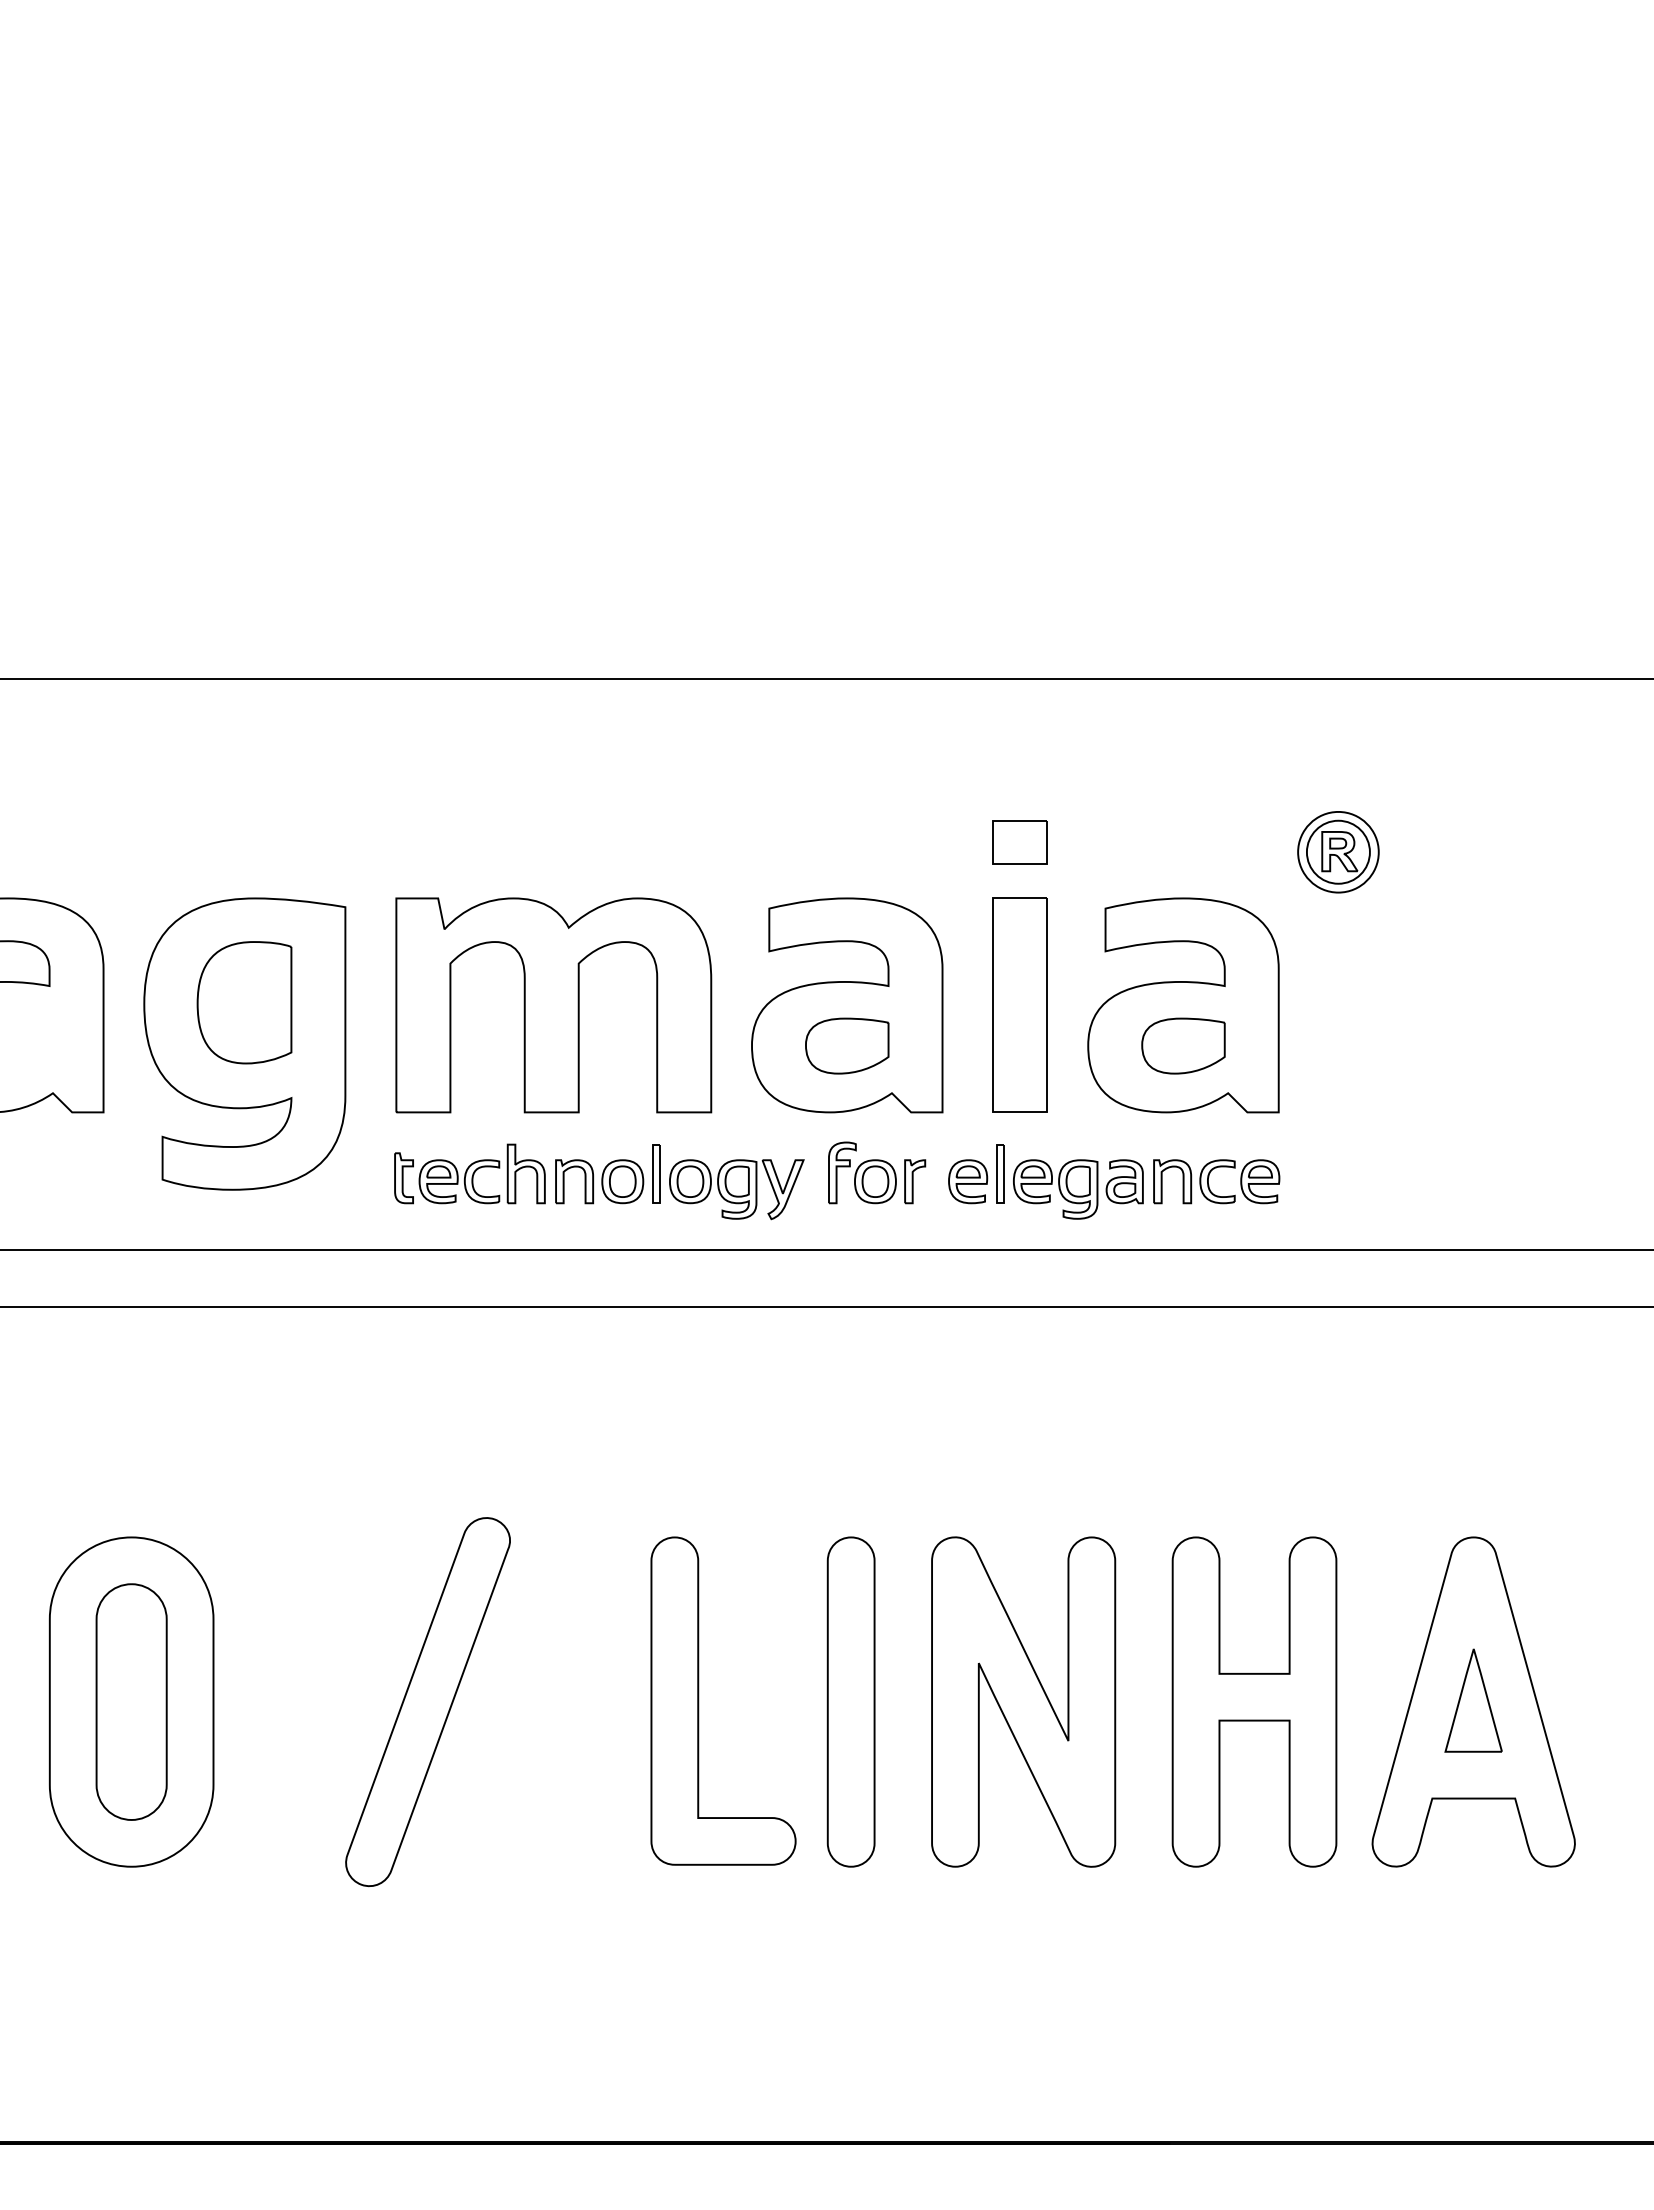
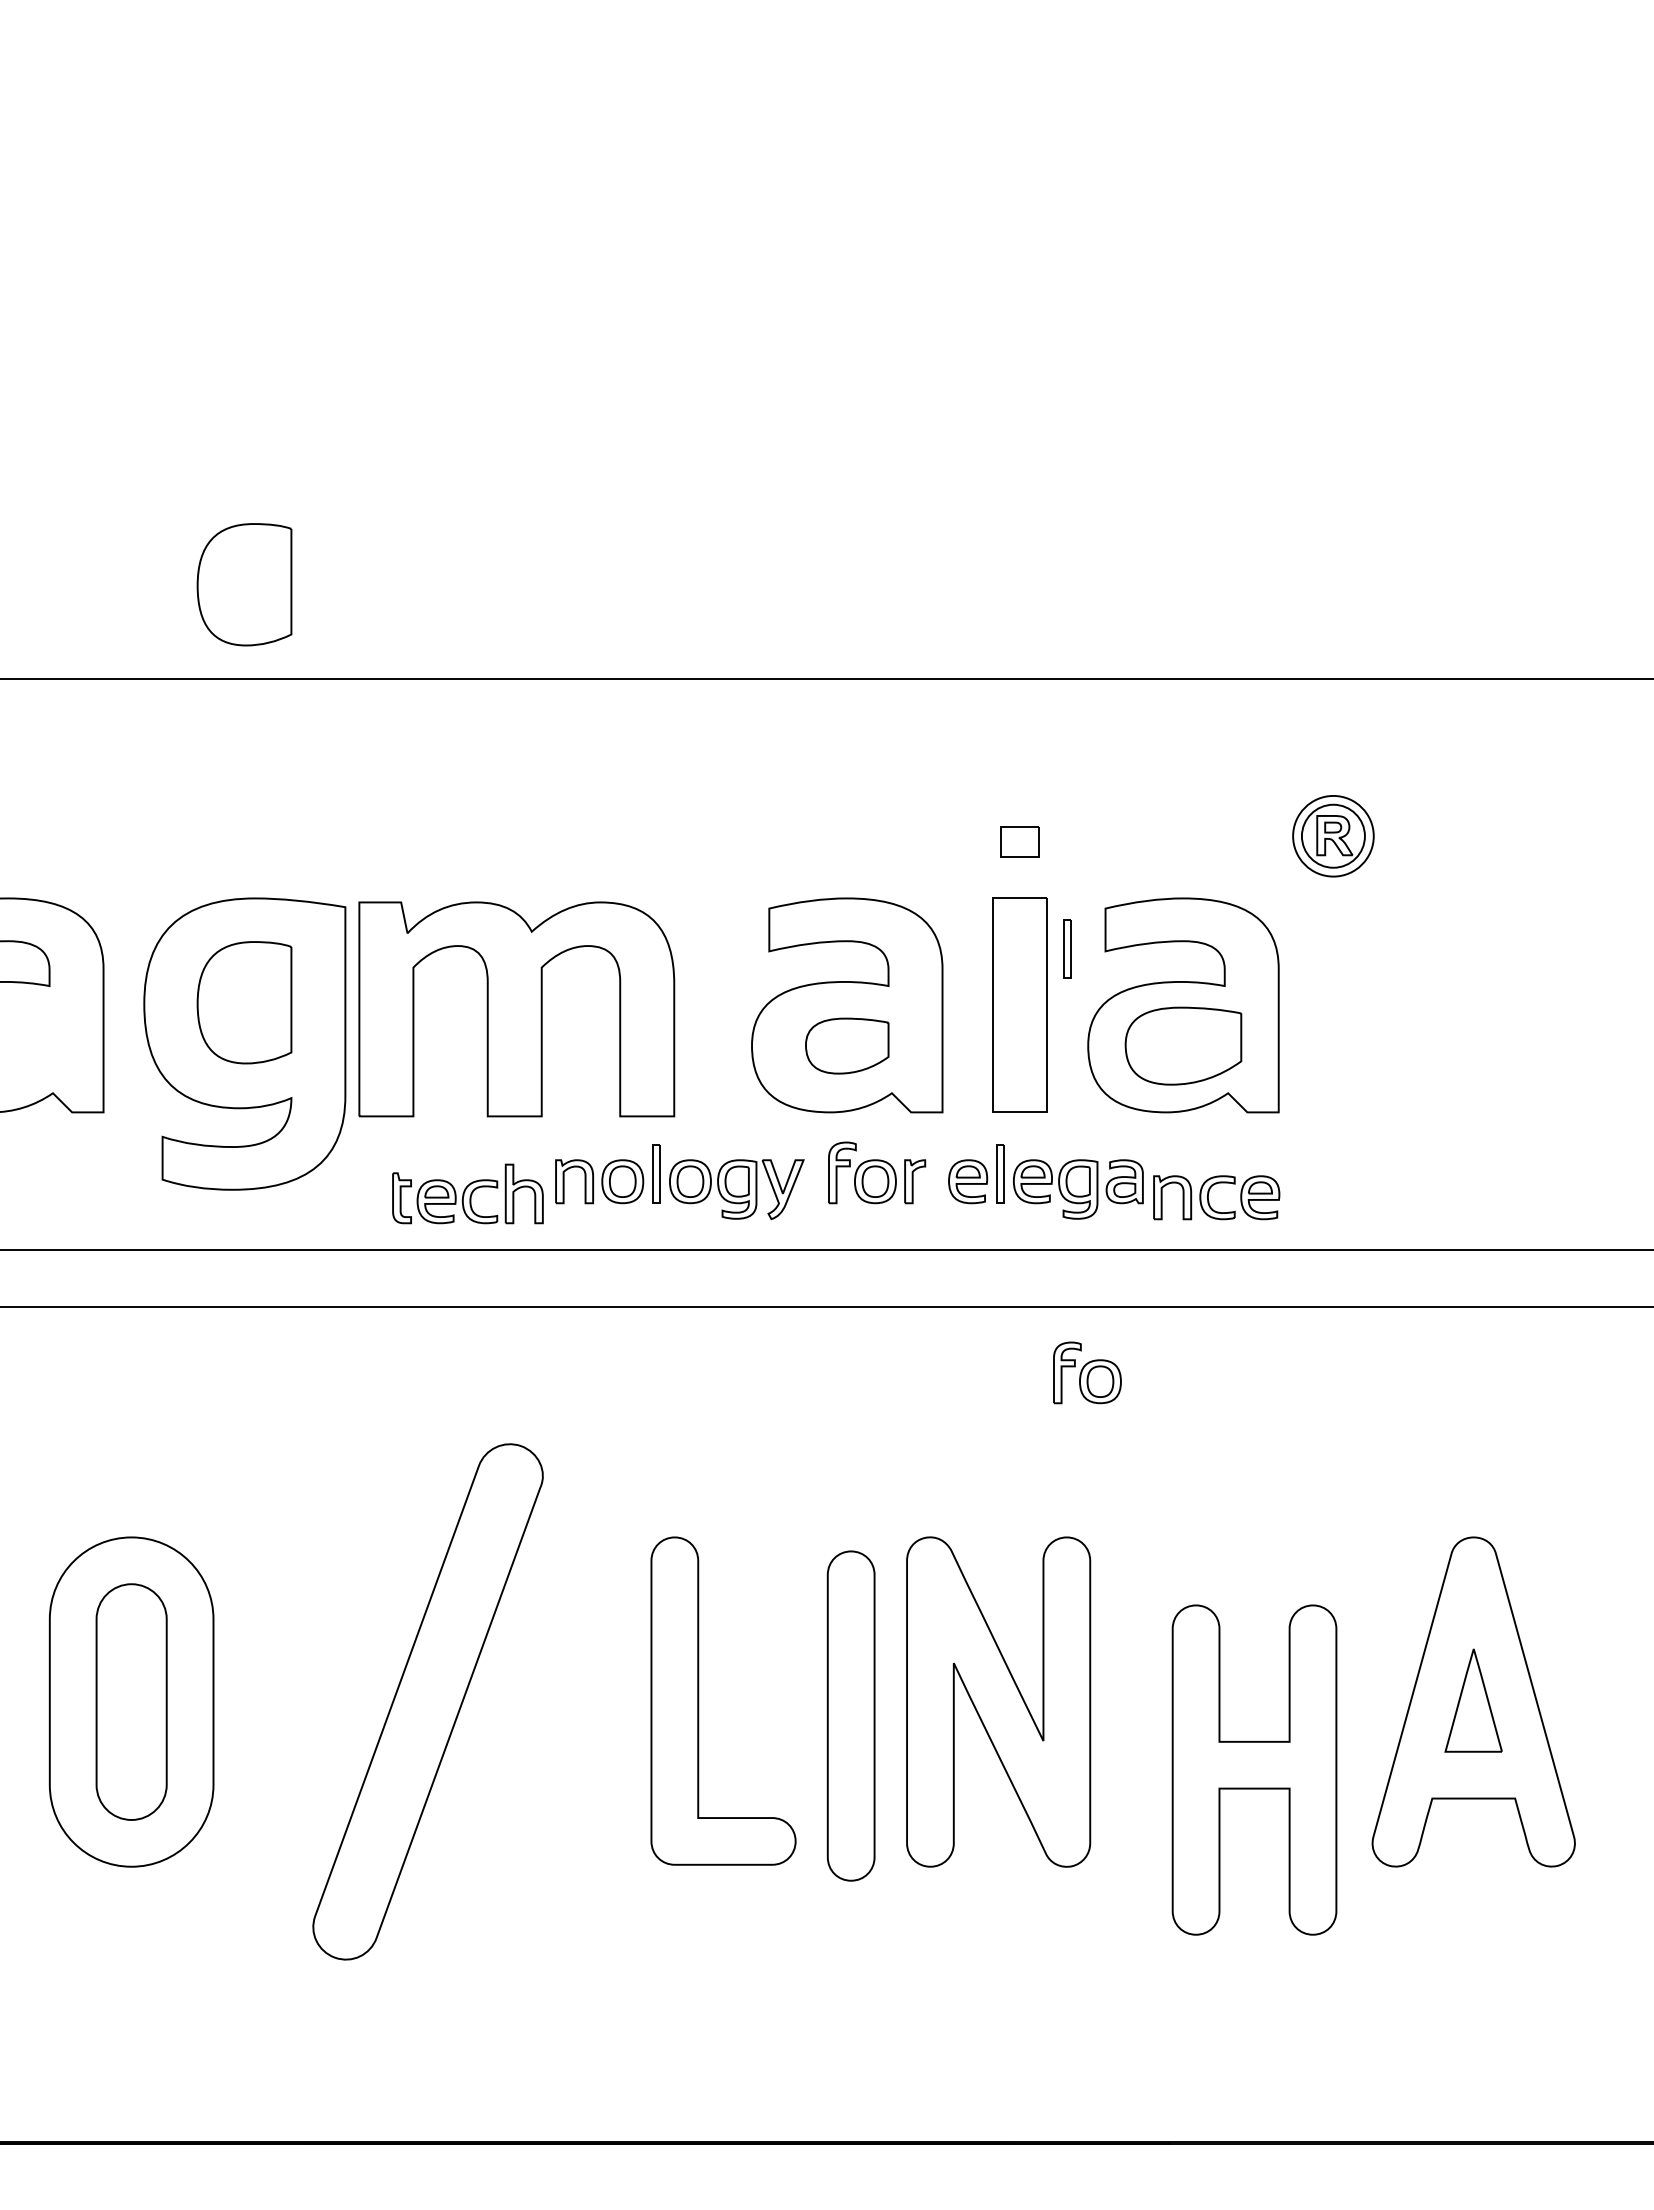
part at (244, 584): none -> present
part at (1019, 842) size: 56x45 px -> 40x32 px
part at (1338, 852) position: (1338, 852) -> (1333, 836)
part at (1067, 948): none -> present
part at (553, 1005) position: (553, 1005) -> (516, 1009)
part at (1183, 1045) size: 85x58 px -> 119x80 px
part at (469, 1173) position: (469, 1173) -> (467, 1193)
part at (1209, 1184) position: (1209, 1184) -> (1209, 1200)
part at (1087, 1372): none -> present
part at (850, 1701) position: (850, 1701) -> (850, 1715)
part at (1023, 1701) position: (1023, 1701) -> (998, 1701)
part at (1254, 1701) position: (1254, 1701) -> (1254, 1769)
part at (427, 1702) size: 166x371 px -> 232x518 px
